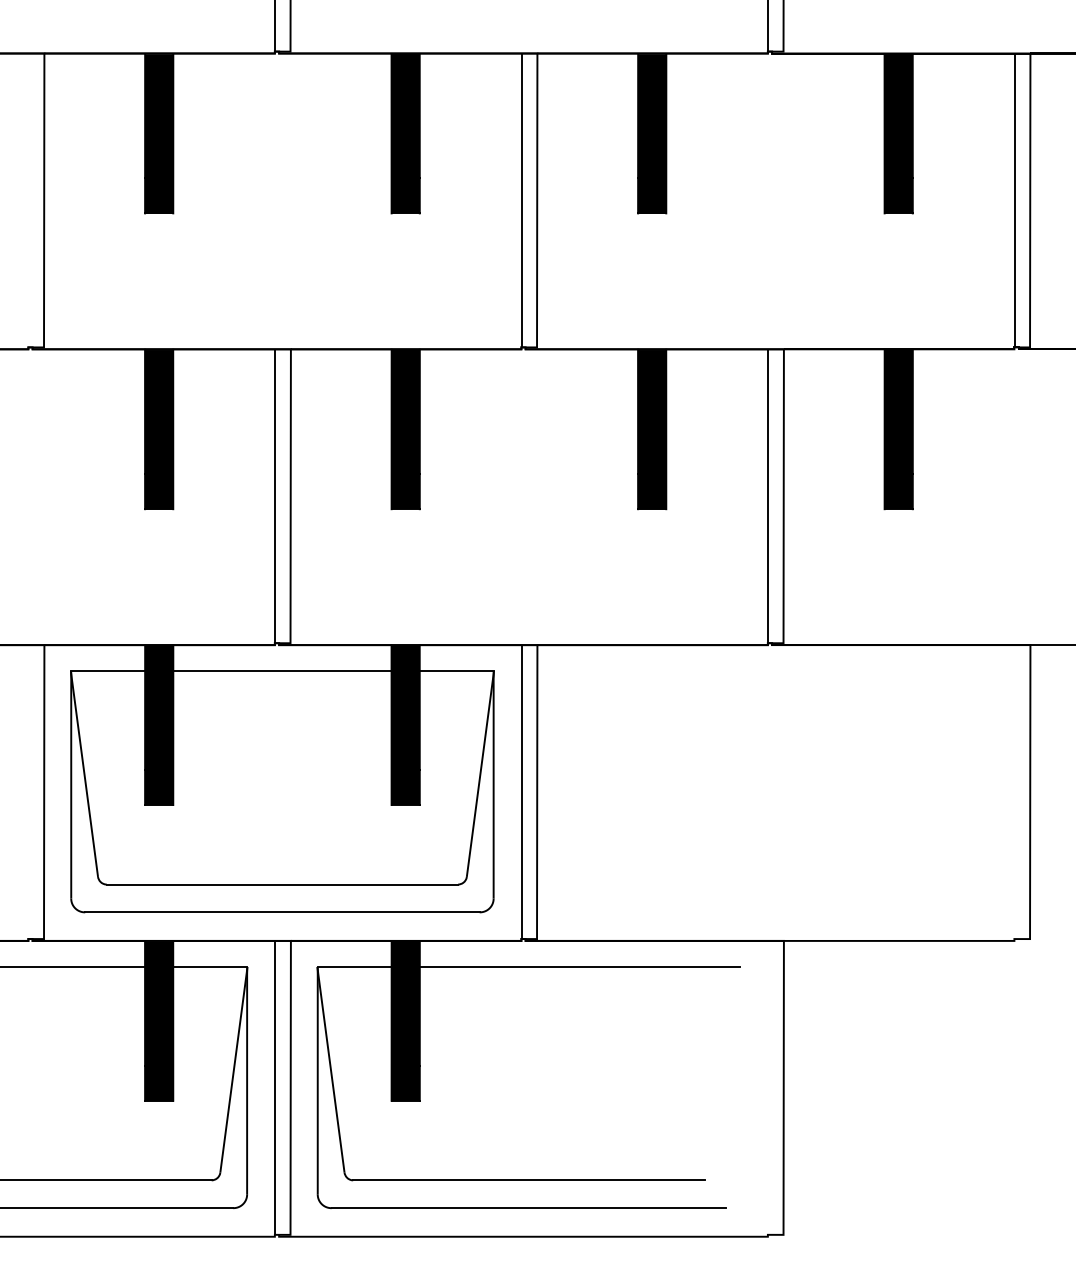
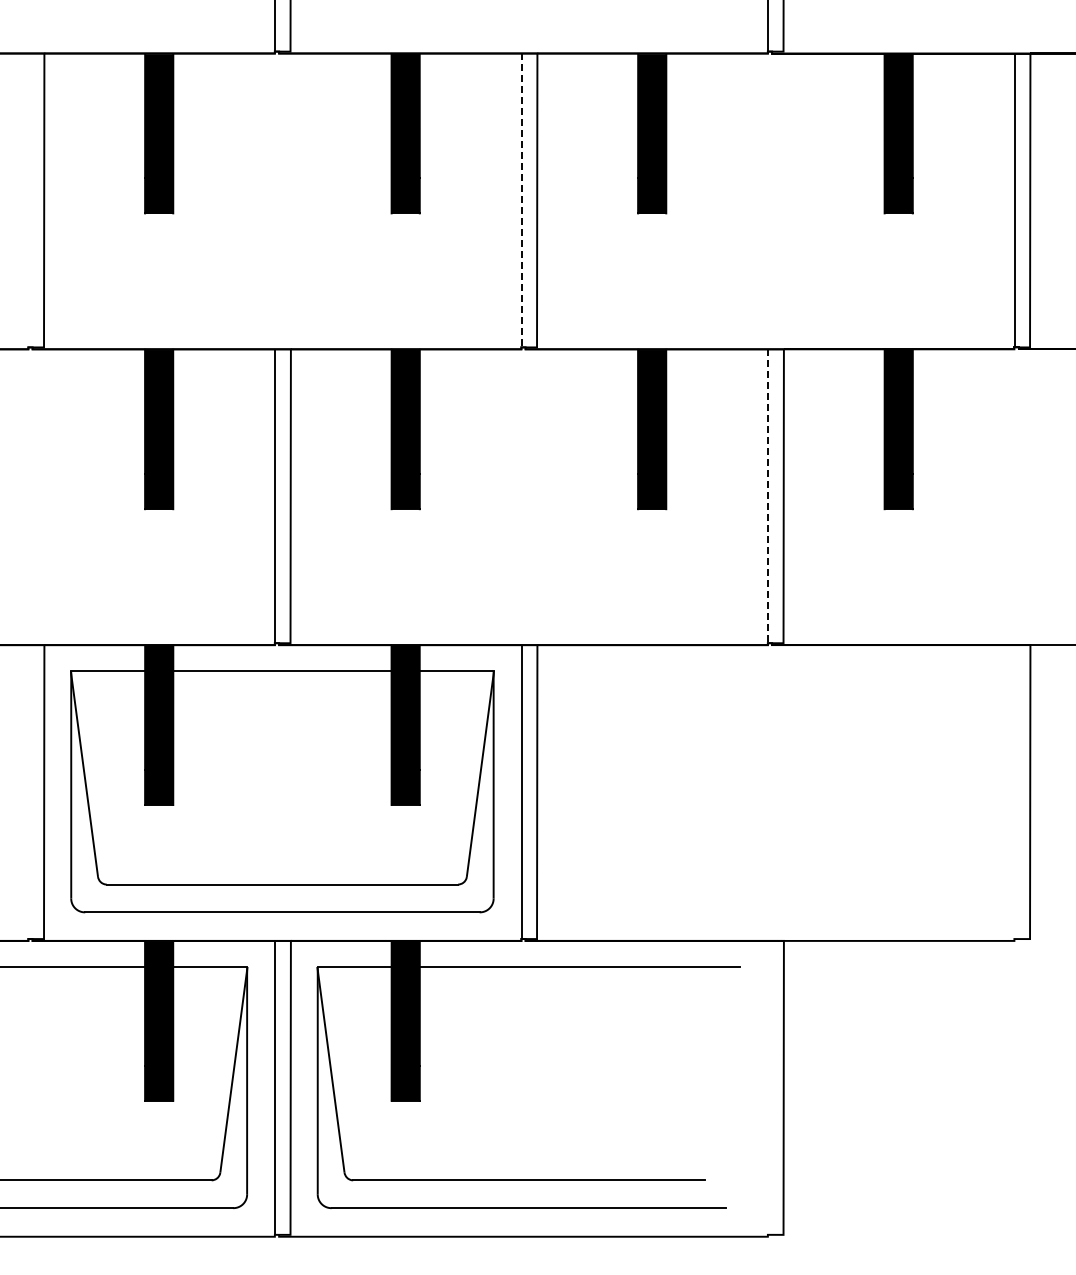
line at (521, 200): solid -> dashed
line at (768, 496): solid -> dashed
